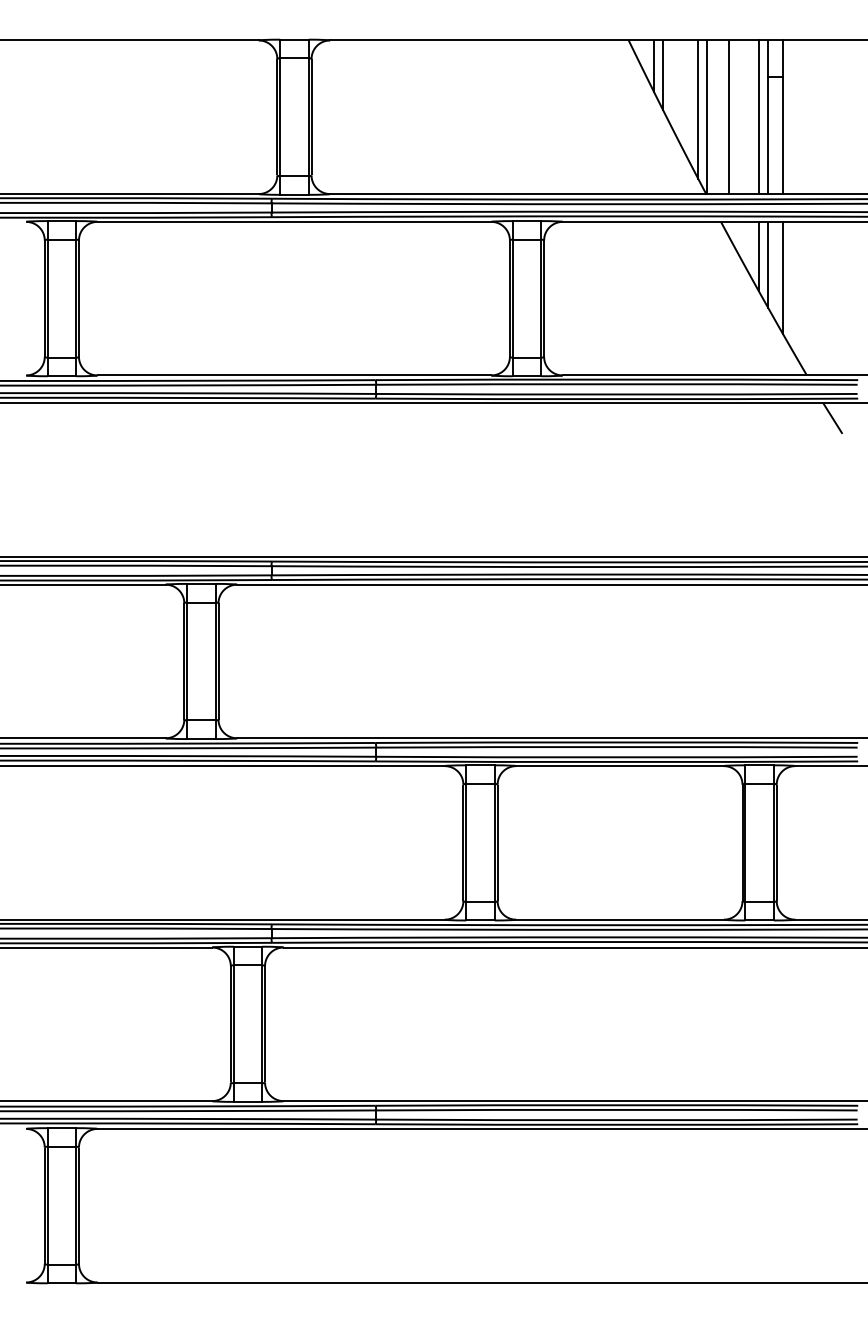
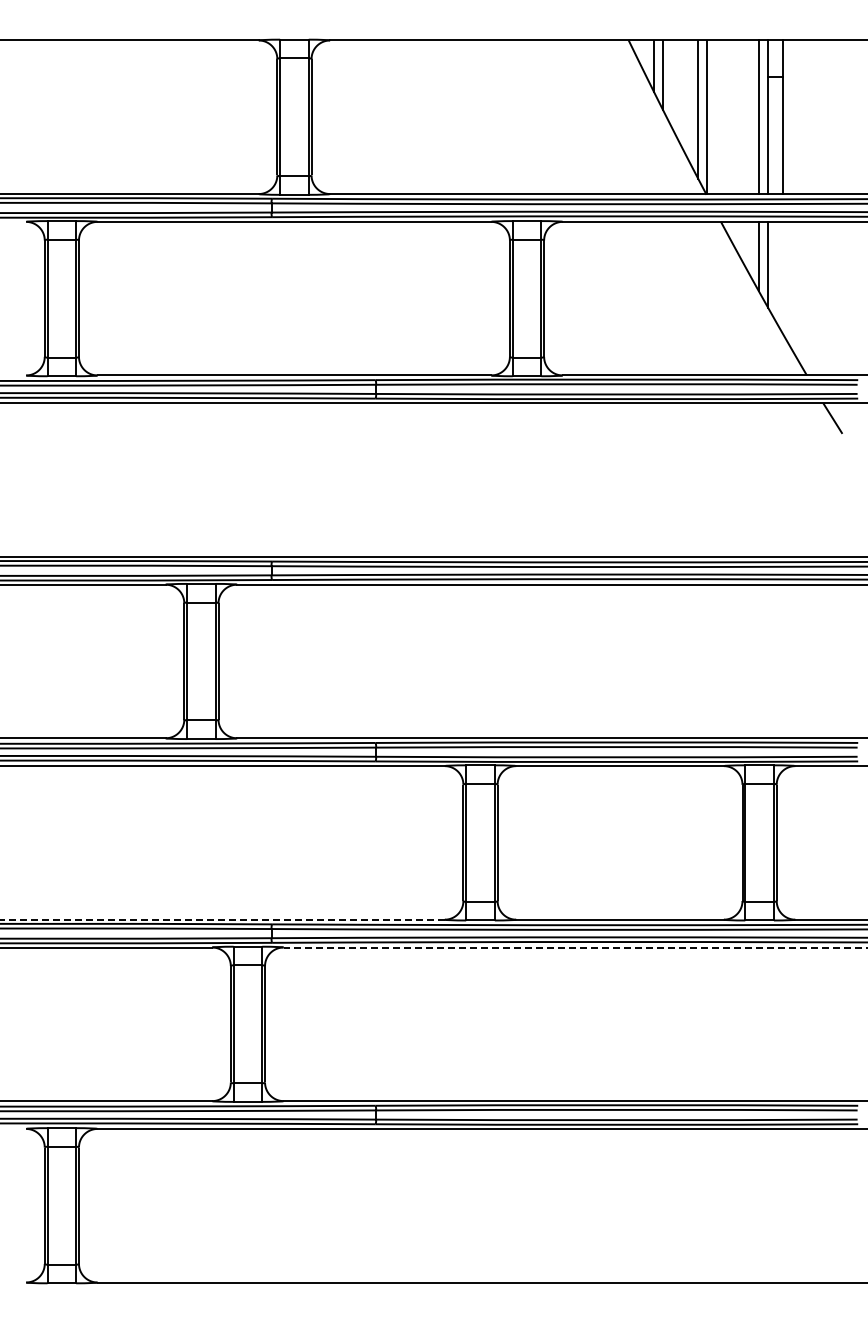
line at (729, 117): present -> none
line at (782, 277): present -> none
line at (222, 919): solid -> dashed
line at (575, 947): solid -> dashed
